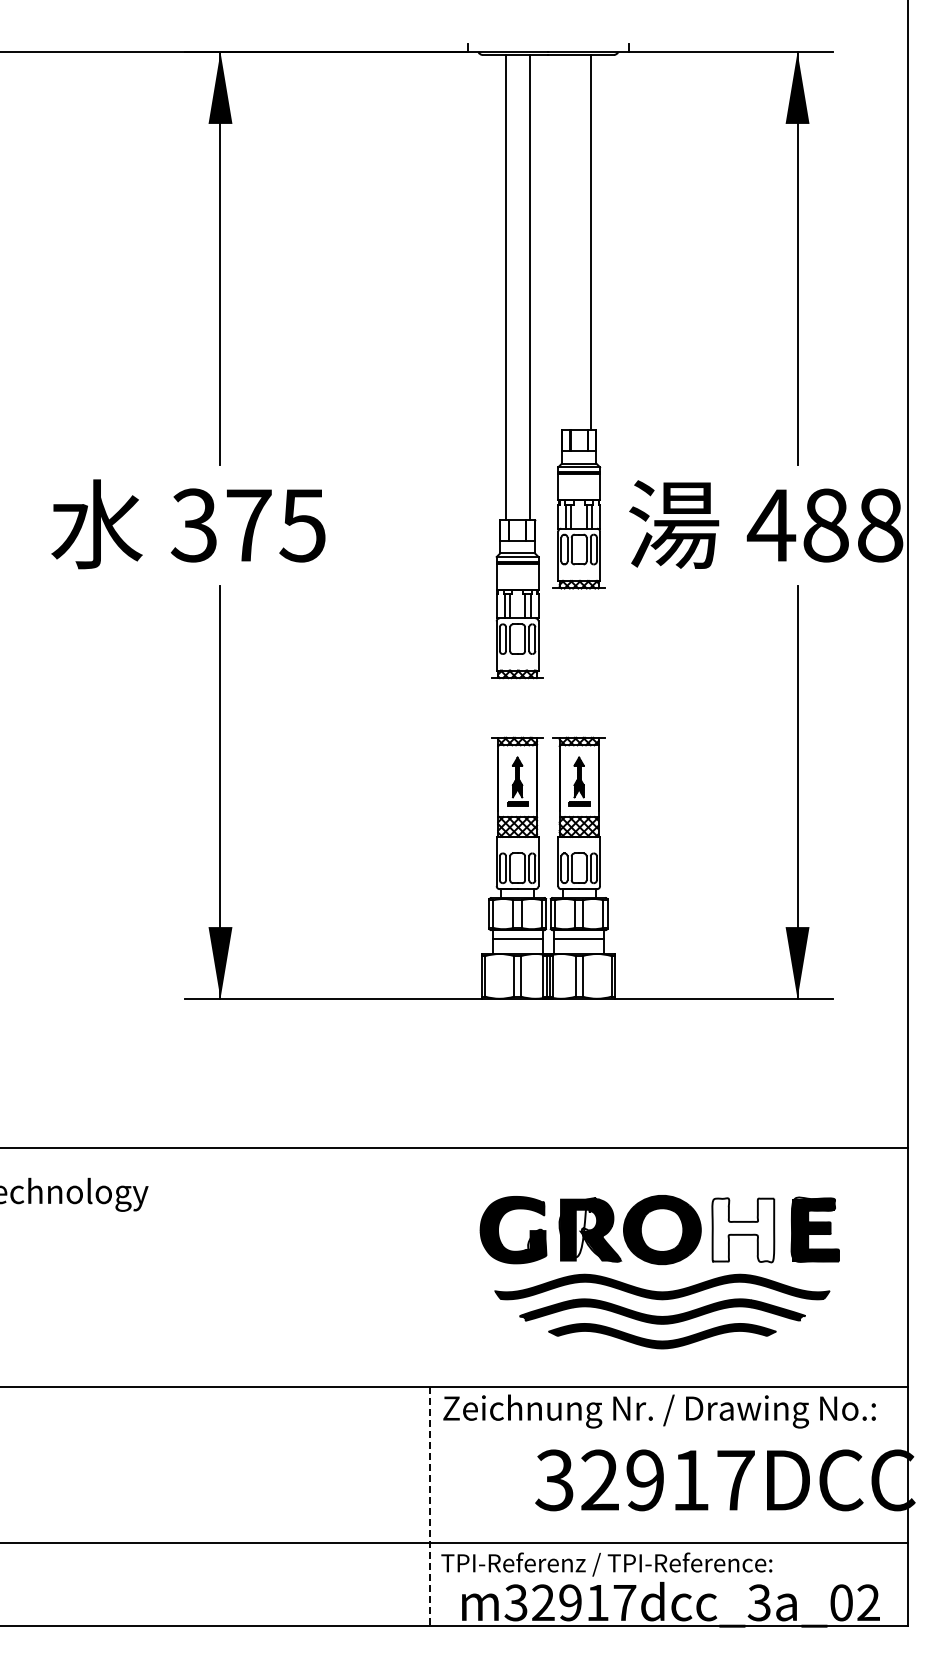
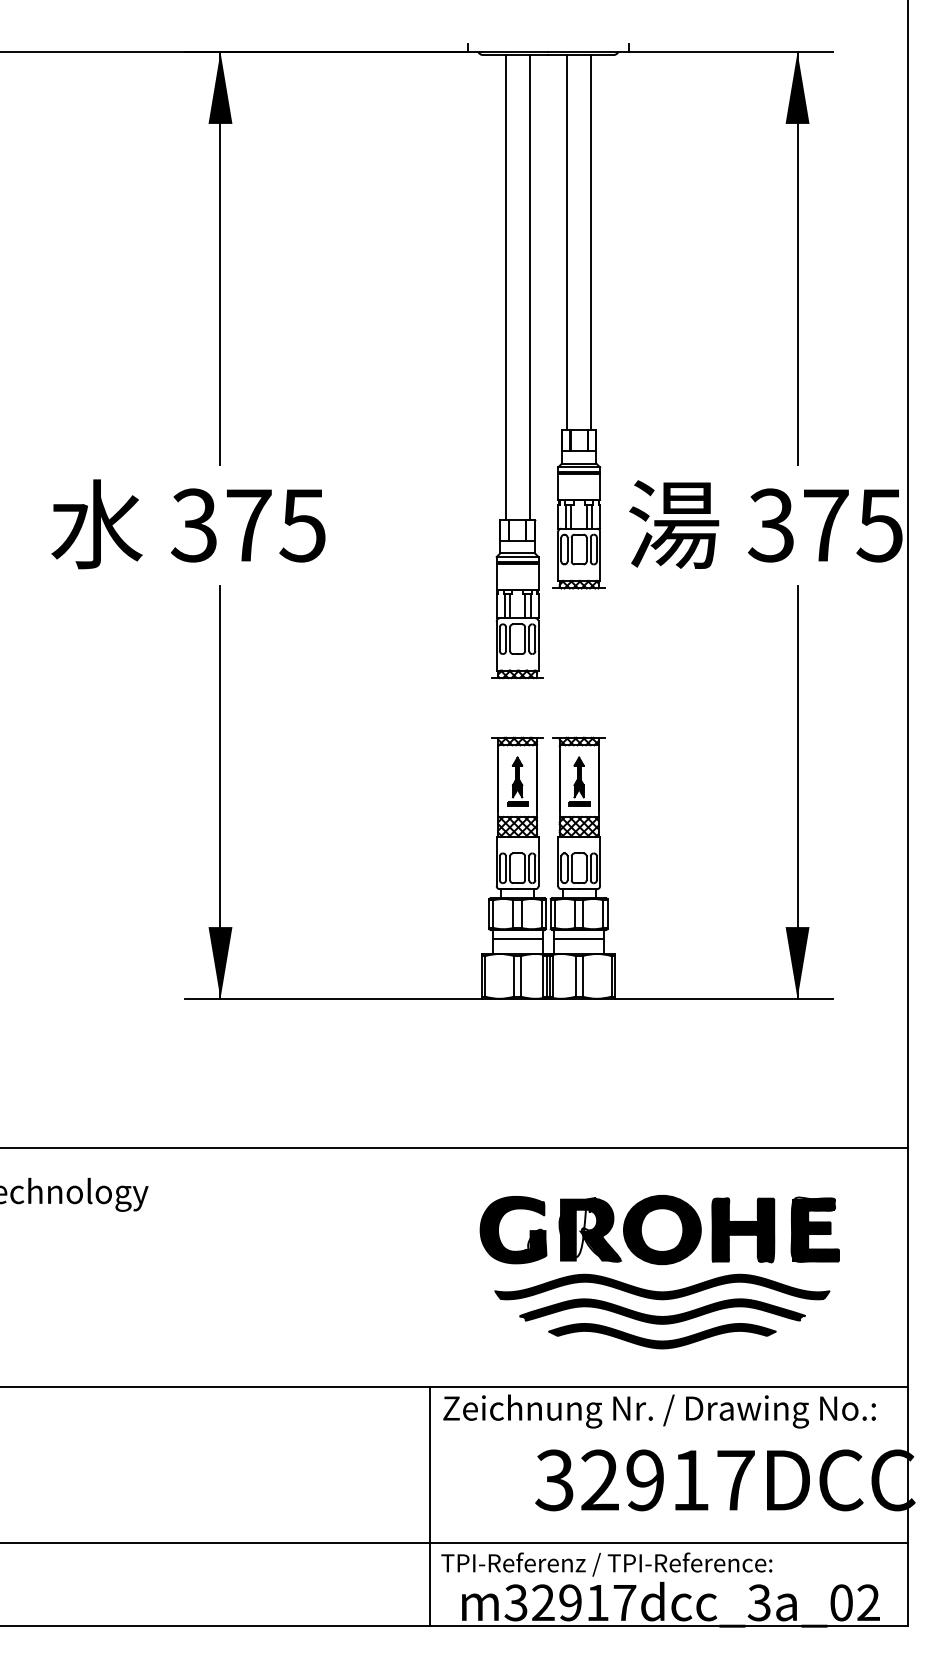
line at (567, 242): none -> present
text at (824, 525): 488 -> 375
fill at (743, 1229): none -> present
line at (430, 1507): dashed -> solid
